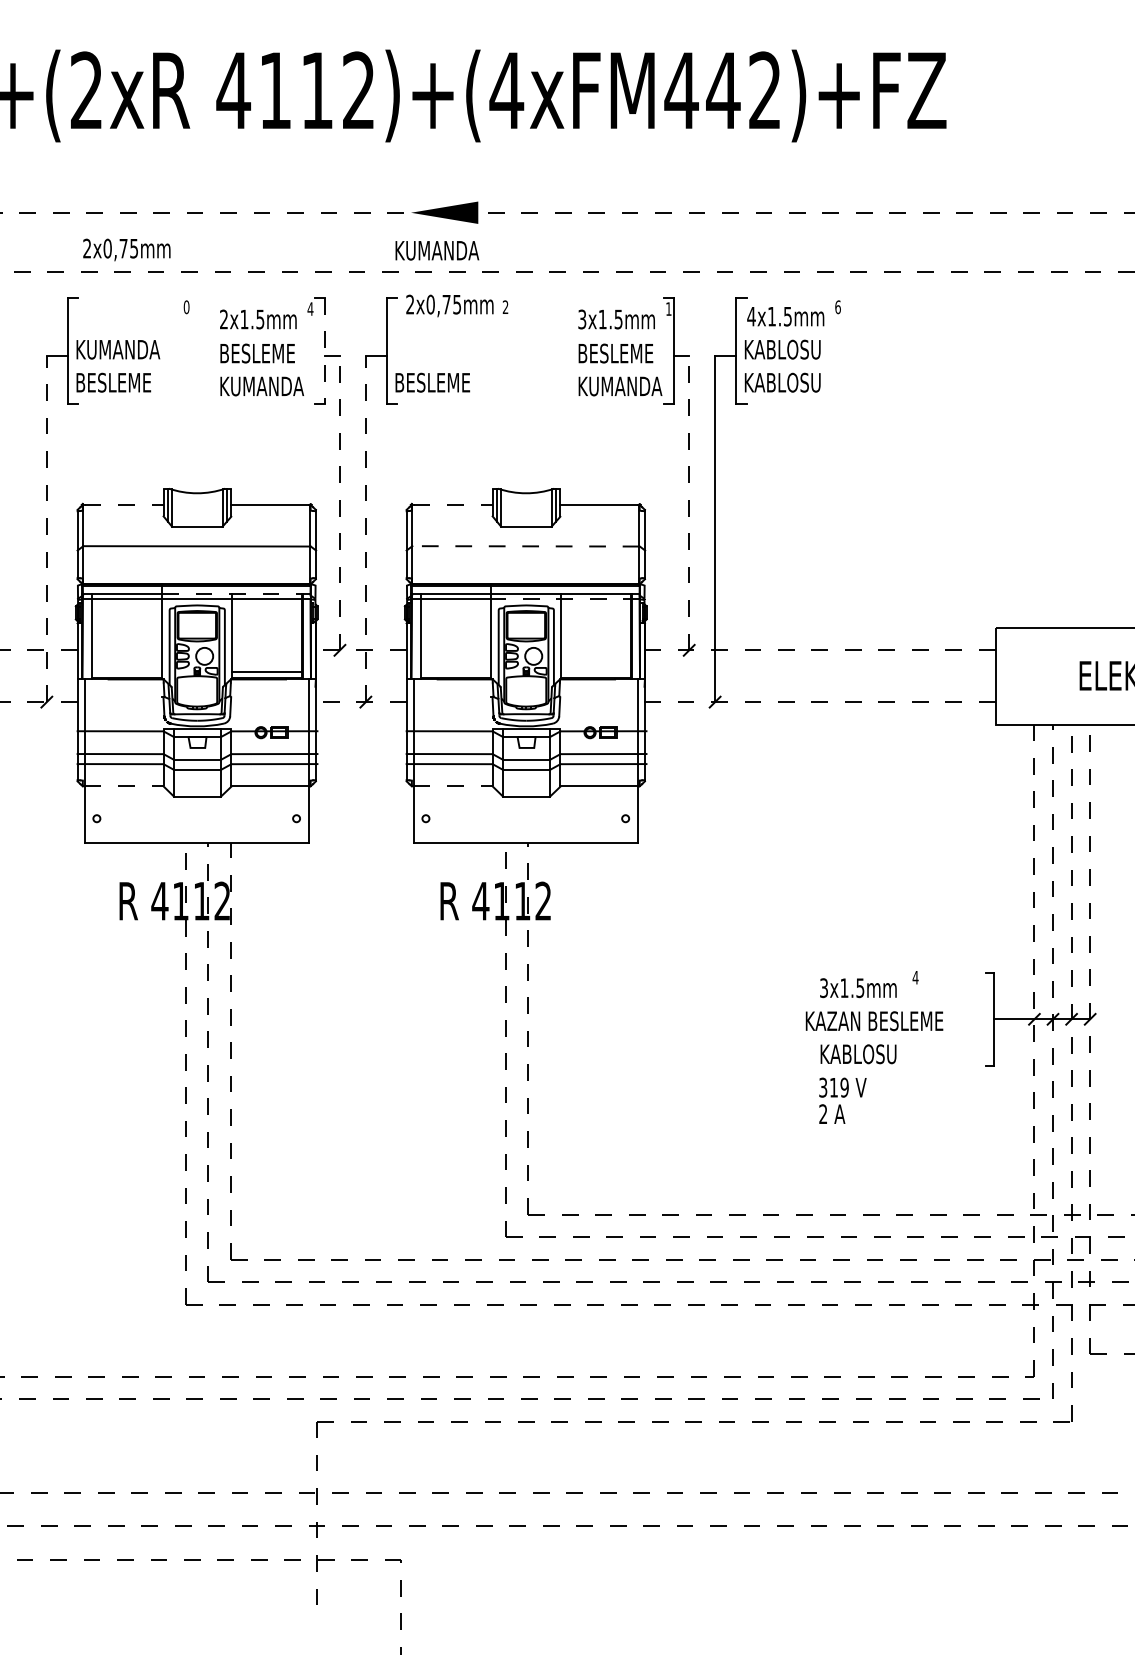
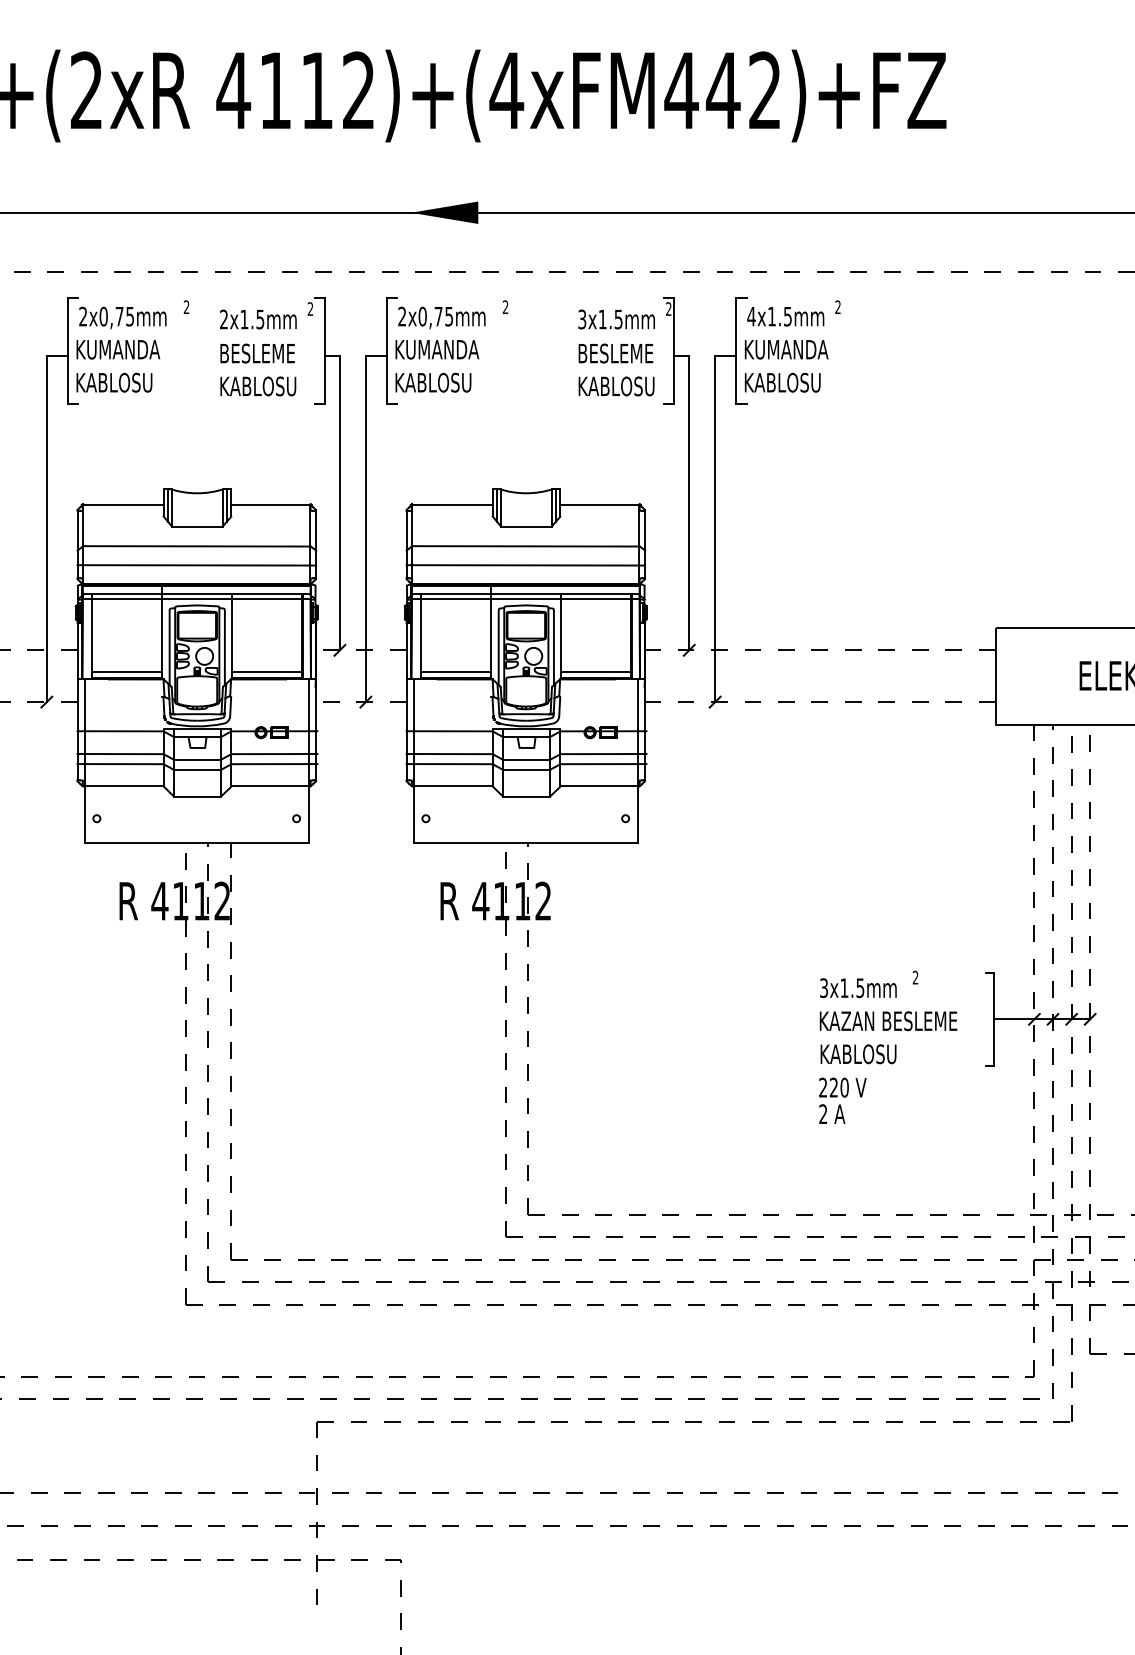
line at (566, 212): dashed -> solid
text at (126, 249) position: (126, 249) -> (122, 317)
text at (437, 250) position: (437, 250) -> (437, 349)
text at (449, 305) position: (449, 305) -> (441, 317)
text at (186, 307): 0 -> 2
text at (837, 307): 6 -> 2
text at (310, 308): 4 -> 2
text at (668, 308): 1 -> 2
text at (791, 349): KABLOSU -> KUMANDA
line at (325, 350): dashed -> solid
text at (115, 382): BESLEME -> KABLOSU
text at (434, 382): BESLEME -> KABLOSU
text at (267, 386): KUMANDA -> KABLOSU
text at (625, 386): KUMANDA -> KABLOSU
line at (339, 502): dashed -> solid
line at (689, 502): dashed -> solid
line at (124, 504): dashed -> solid
line at (453, 504): dashed -> solid
line at (46, 529): dashed -> solid
line at (365, 529): dashed -> solid
line at (525, 546): dashed -> solid
line at (196, 565): none -> present
line at (525, 565): none -> present
line at (237, 593): dashed -> solid
line at (565, 599): dashed -> solid
line at (126, 671): none -> present
line at (455, 671): none -> present
line at (596, 671): none -> present
line at (124, 786): dashed -> solid
line at (453, 786): dashed -> solid
text at (915, 977): 4 -> 2
text at (874, 1021) position: (874, 1021) -> (888, 1021)
text at (833, 1087): 319 -> 220
